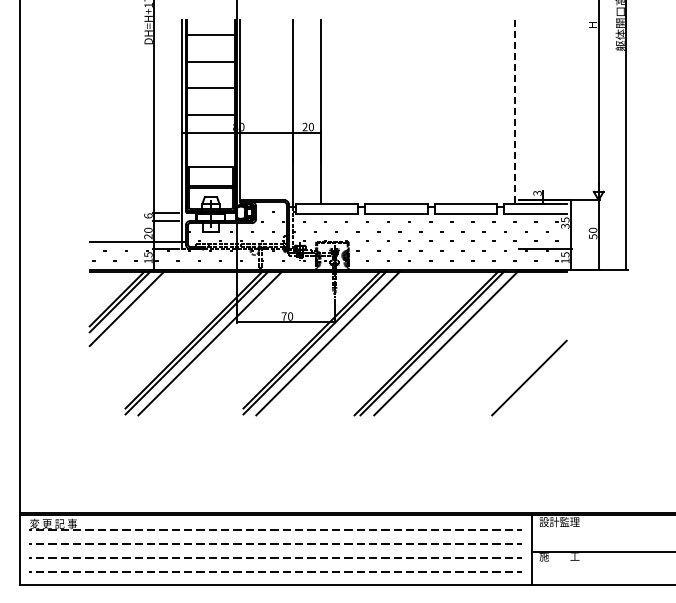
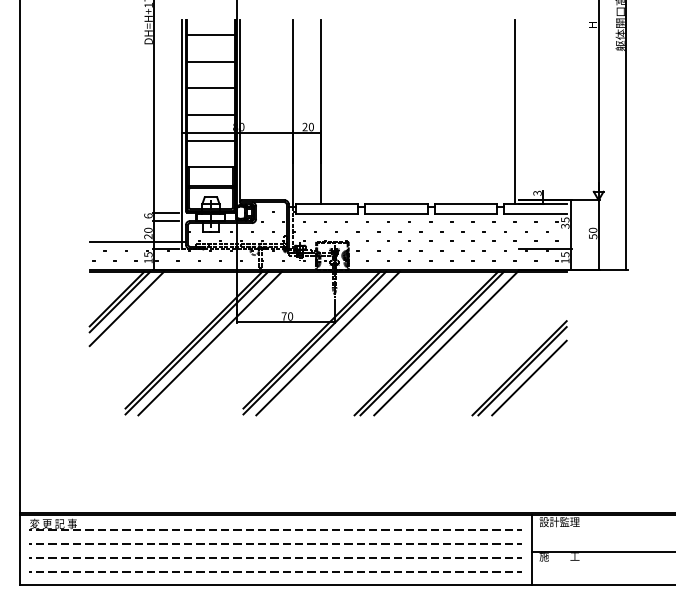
line at (515, 112): dashed -> solid
line at (210, 141): none -> present
part at (519, 368): none -> present
